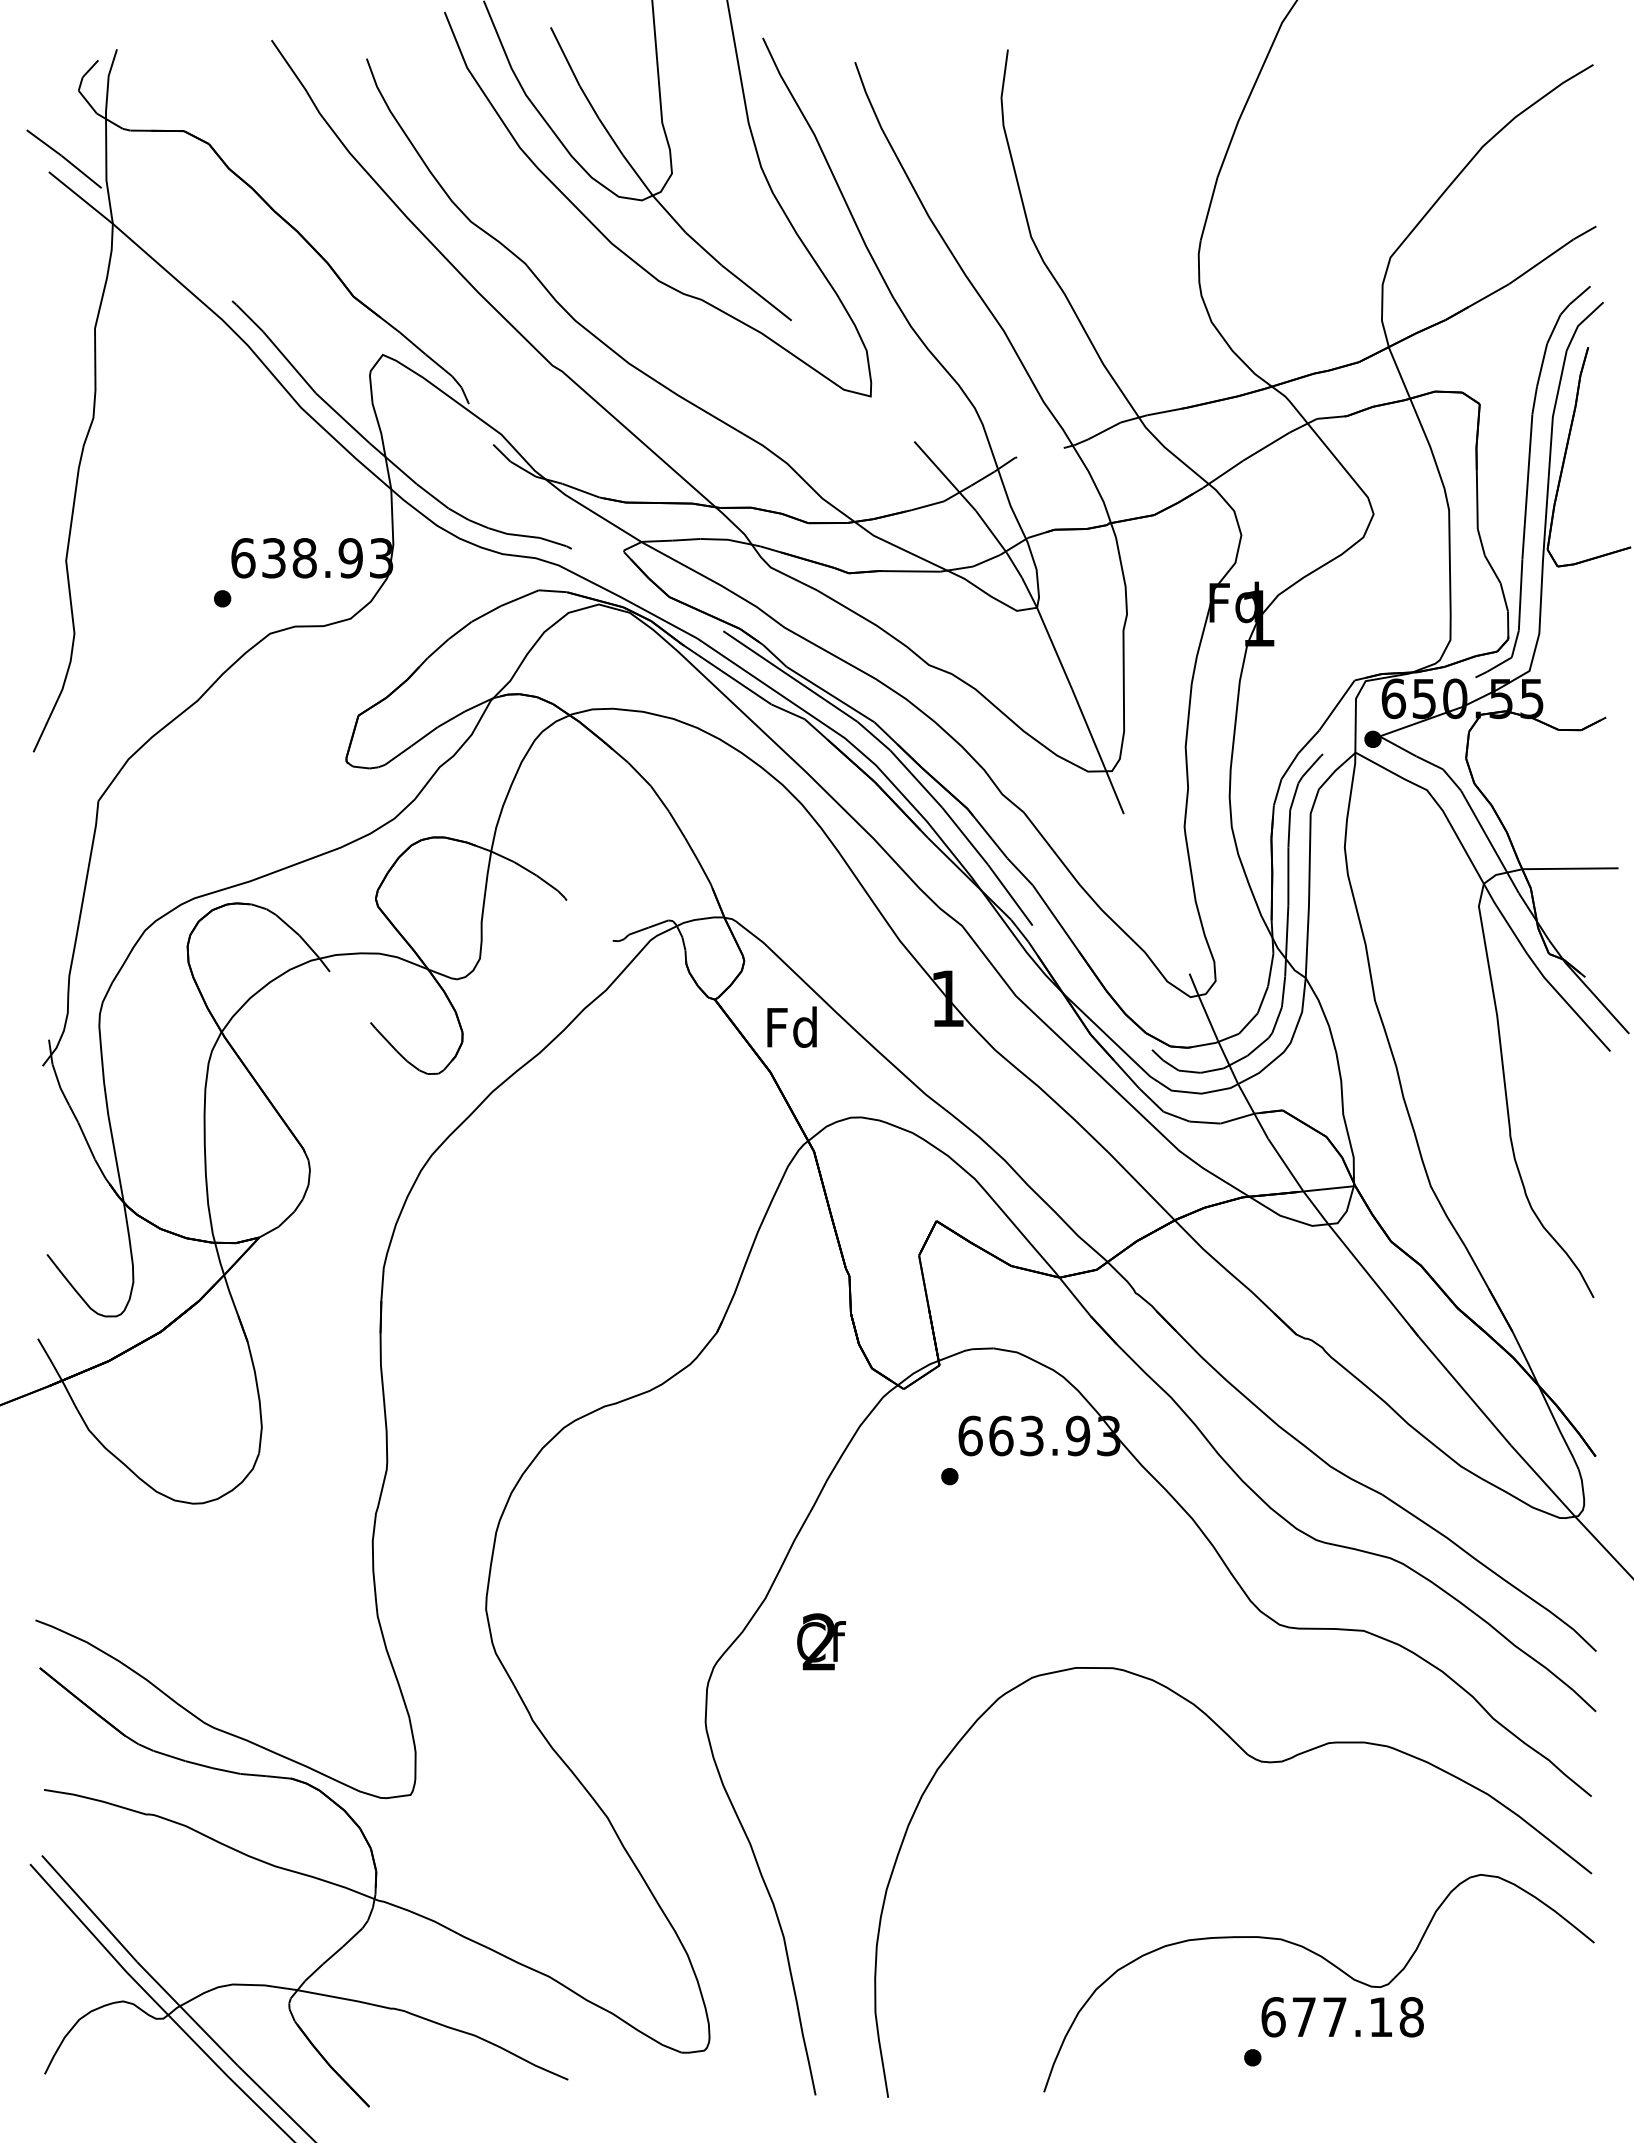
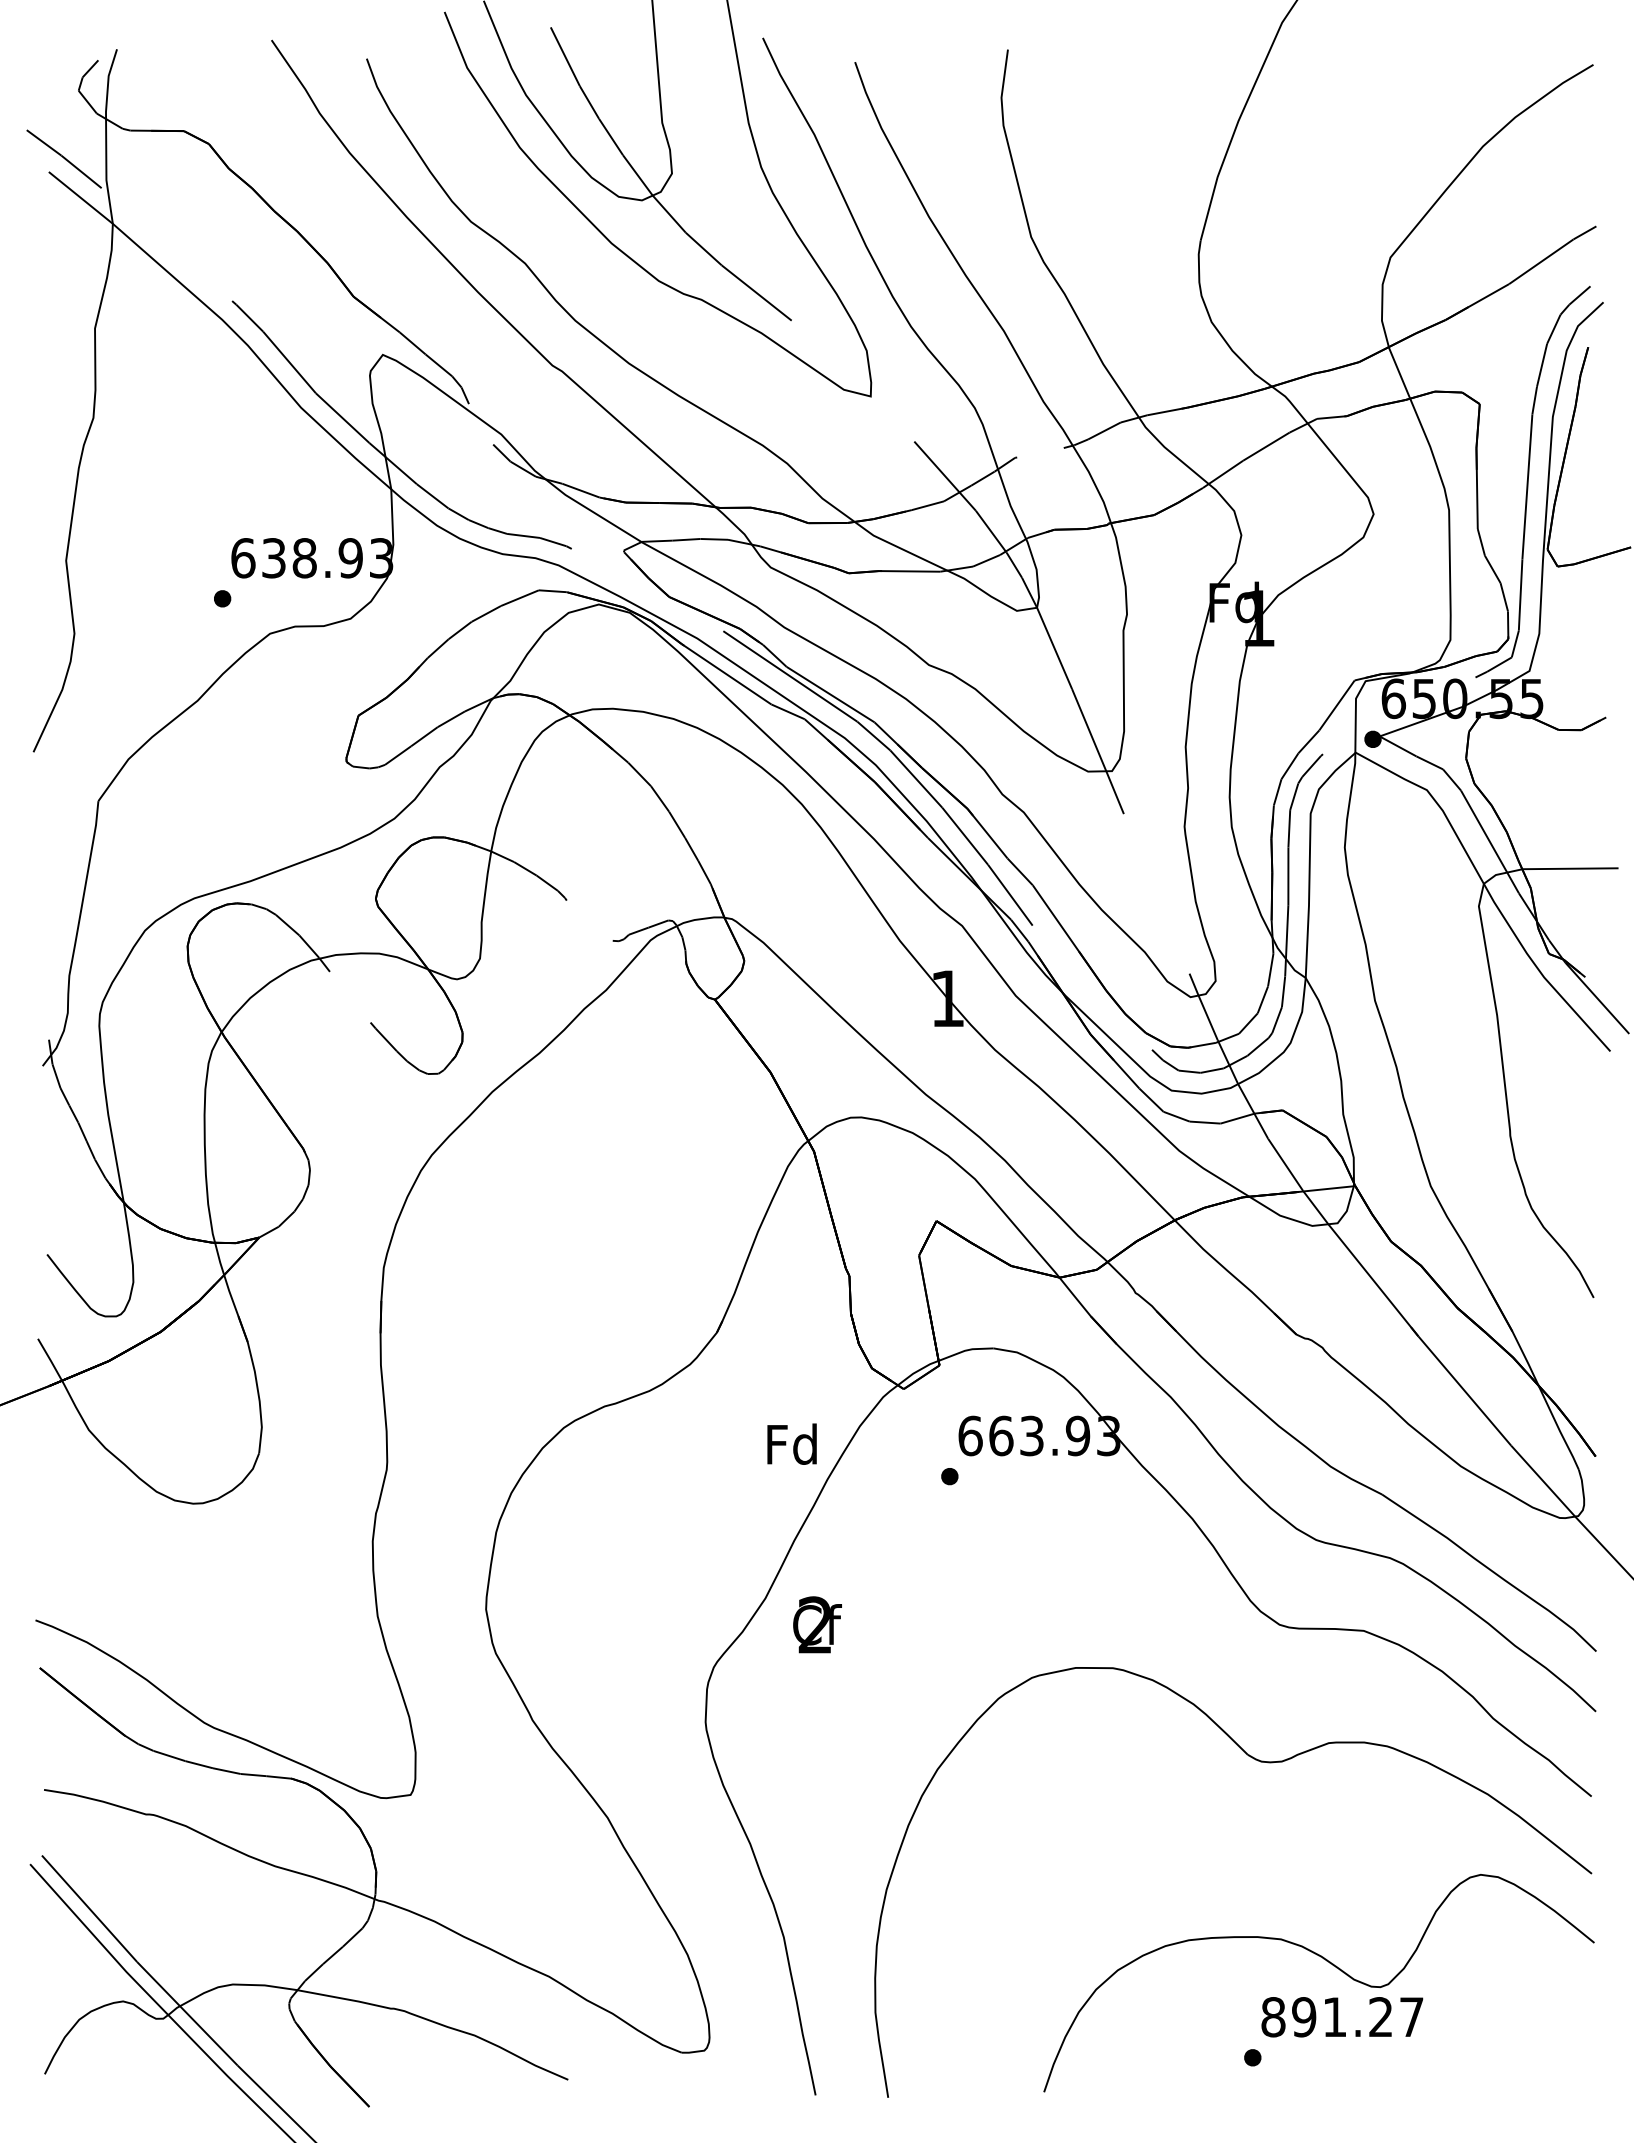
text at (791, 1026) position: (791, 1026) -> (791, 1443)
text at (821, 1641) position: (821, 1641) -> (817, 1624)
text at (1342, 2017): 677.18 -> 891.27
